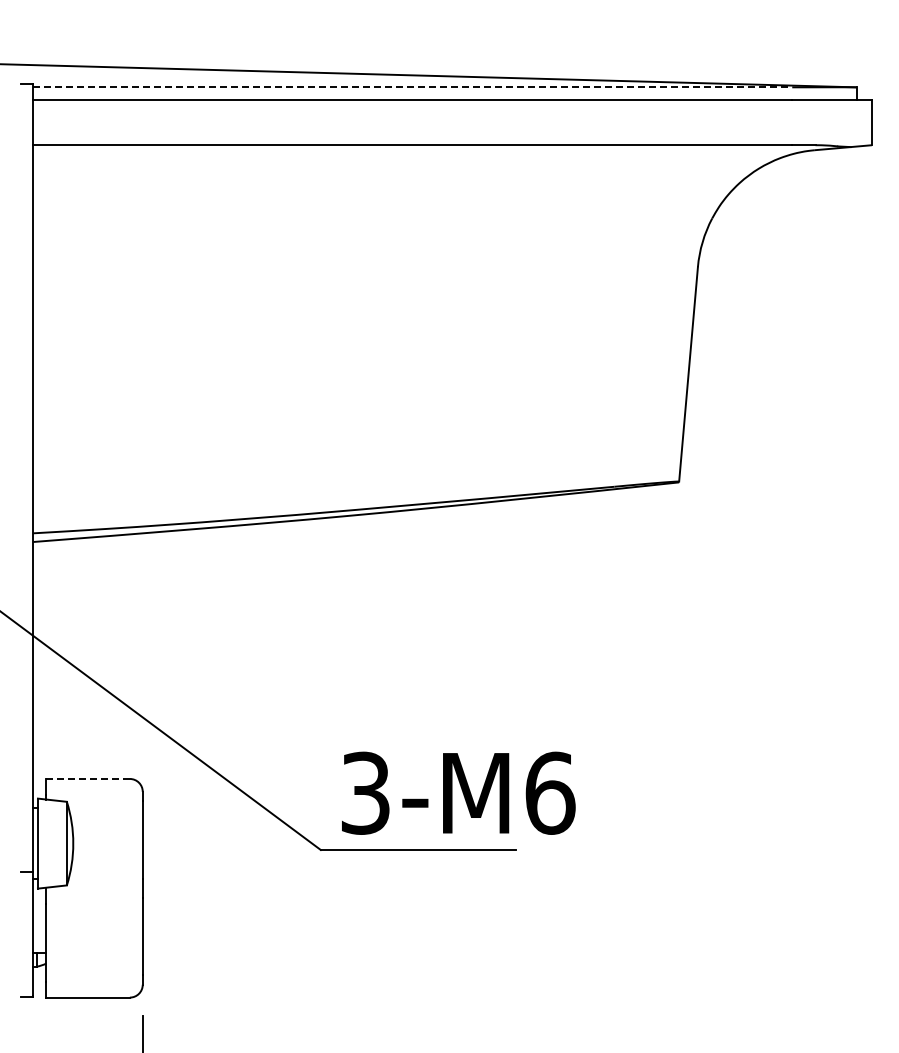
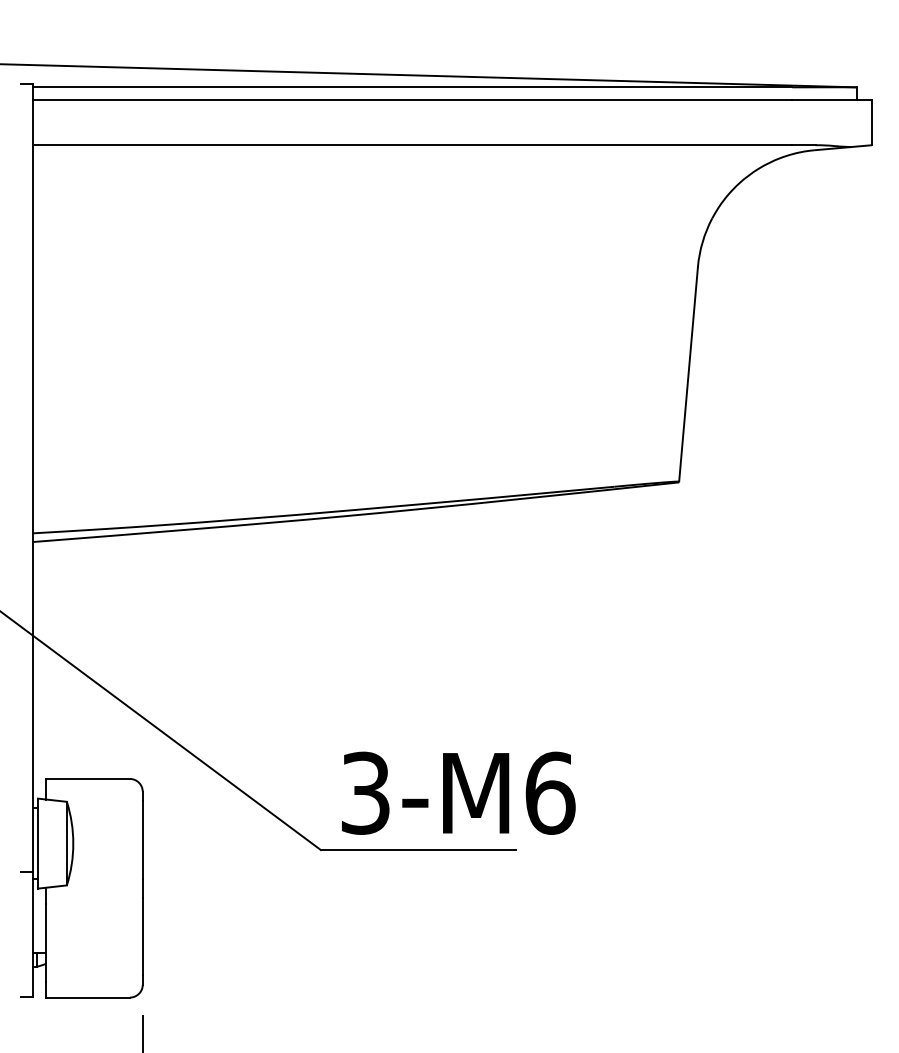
line at (413, 87): dashed -> solid
line at (88, 778): dashed -> solid
